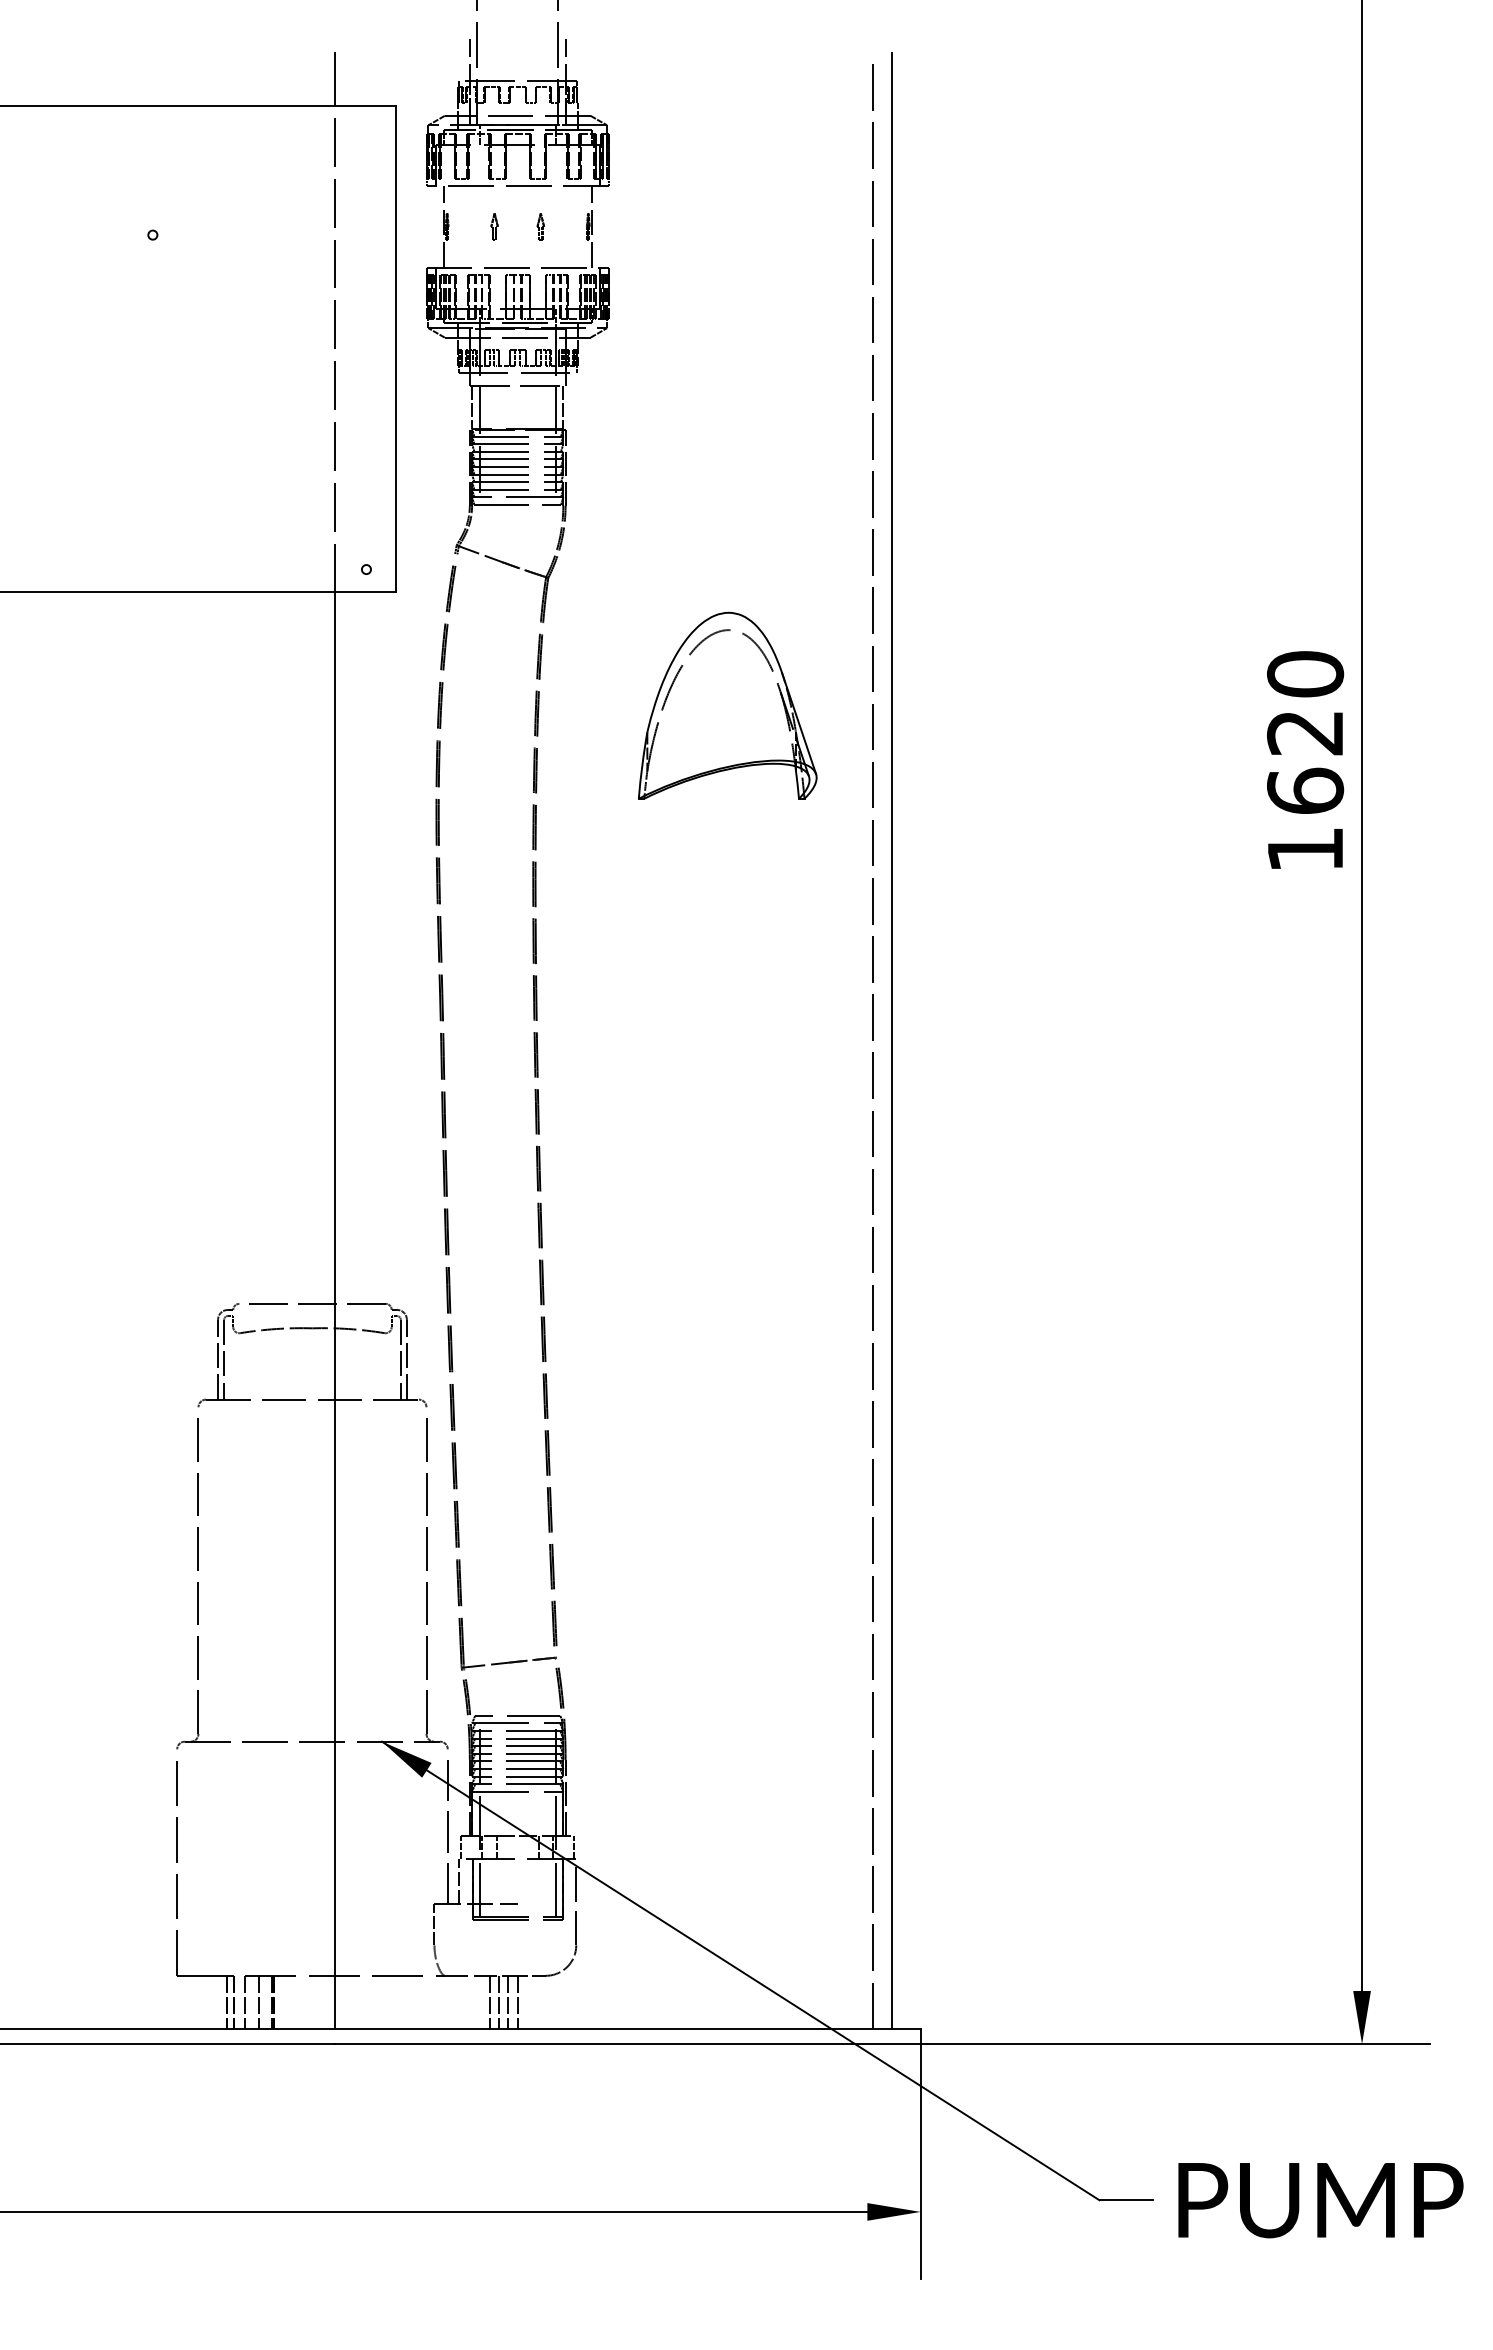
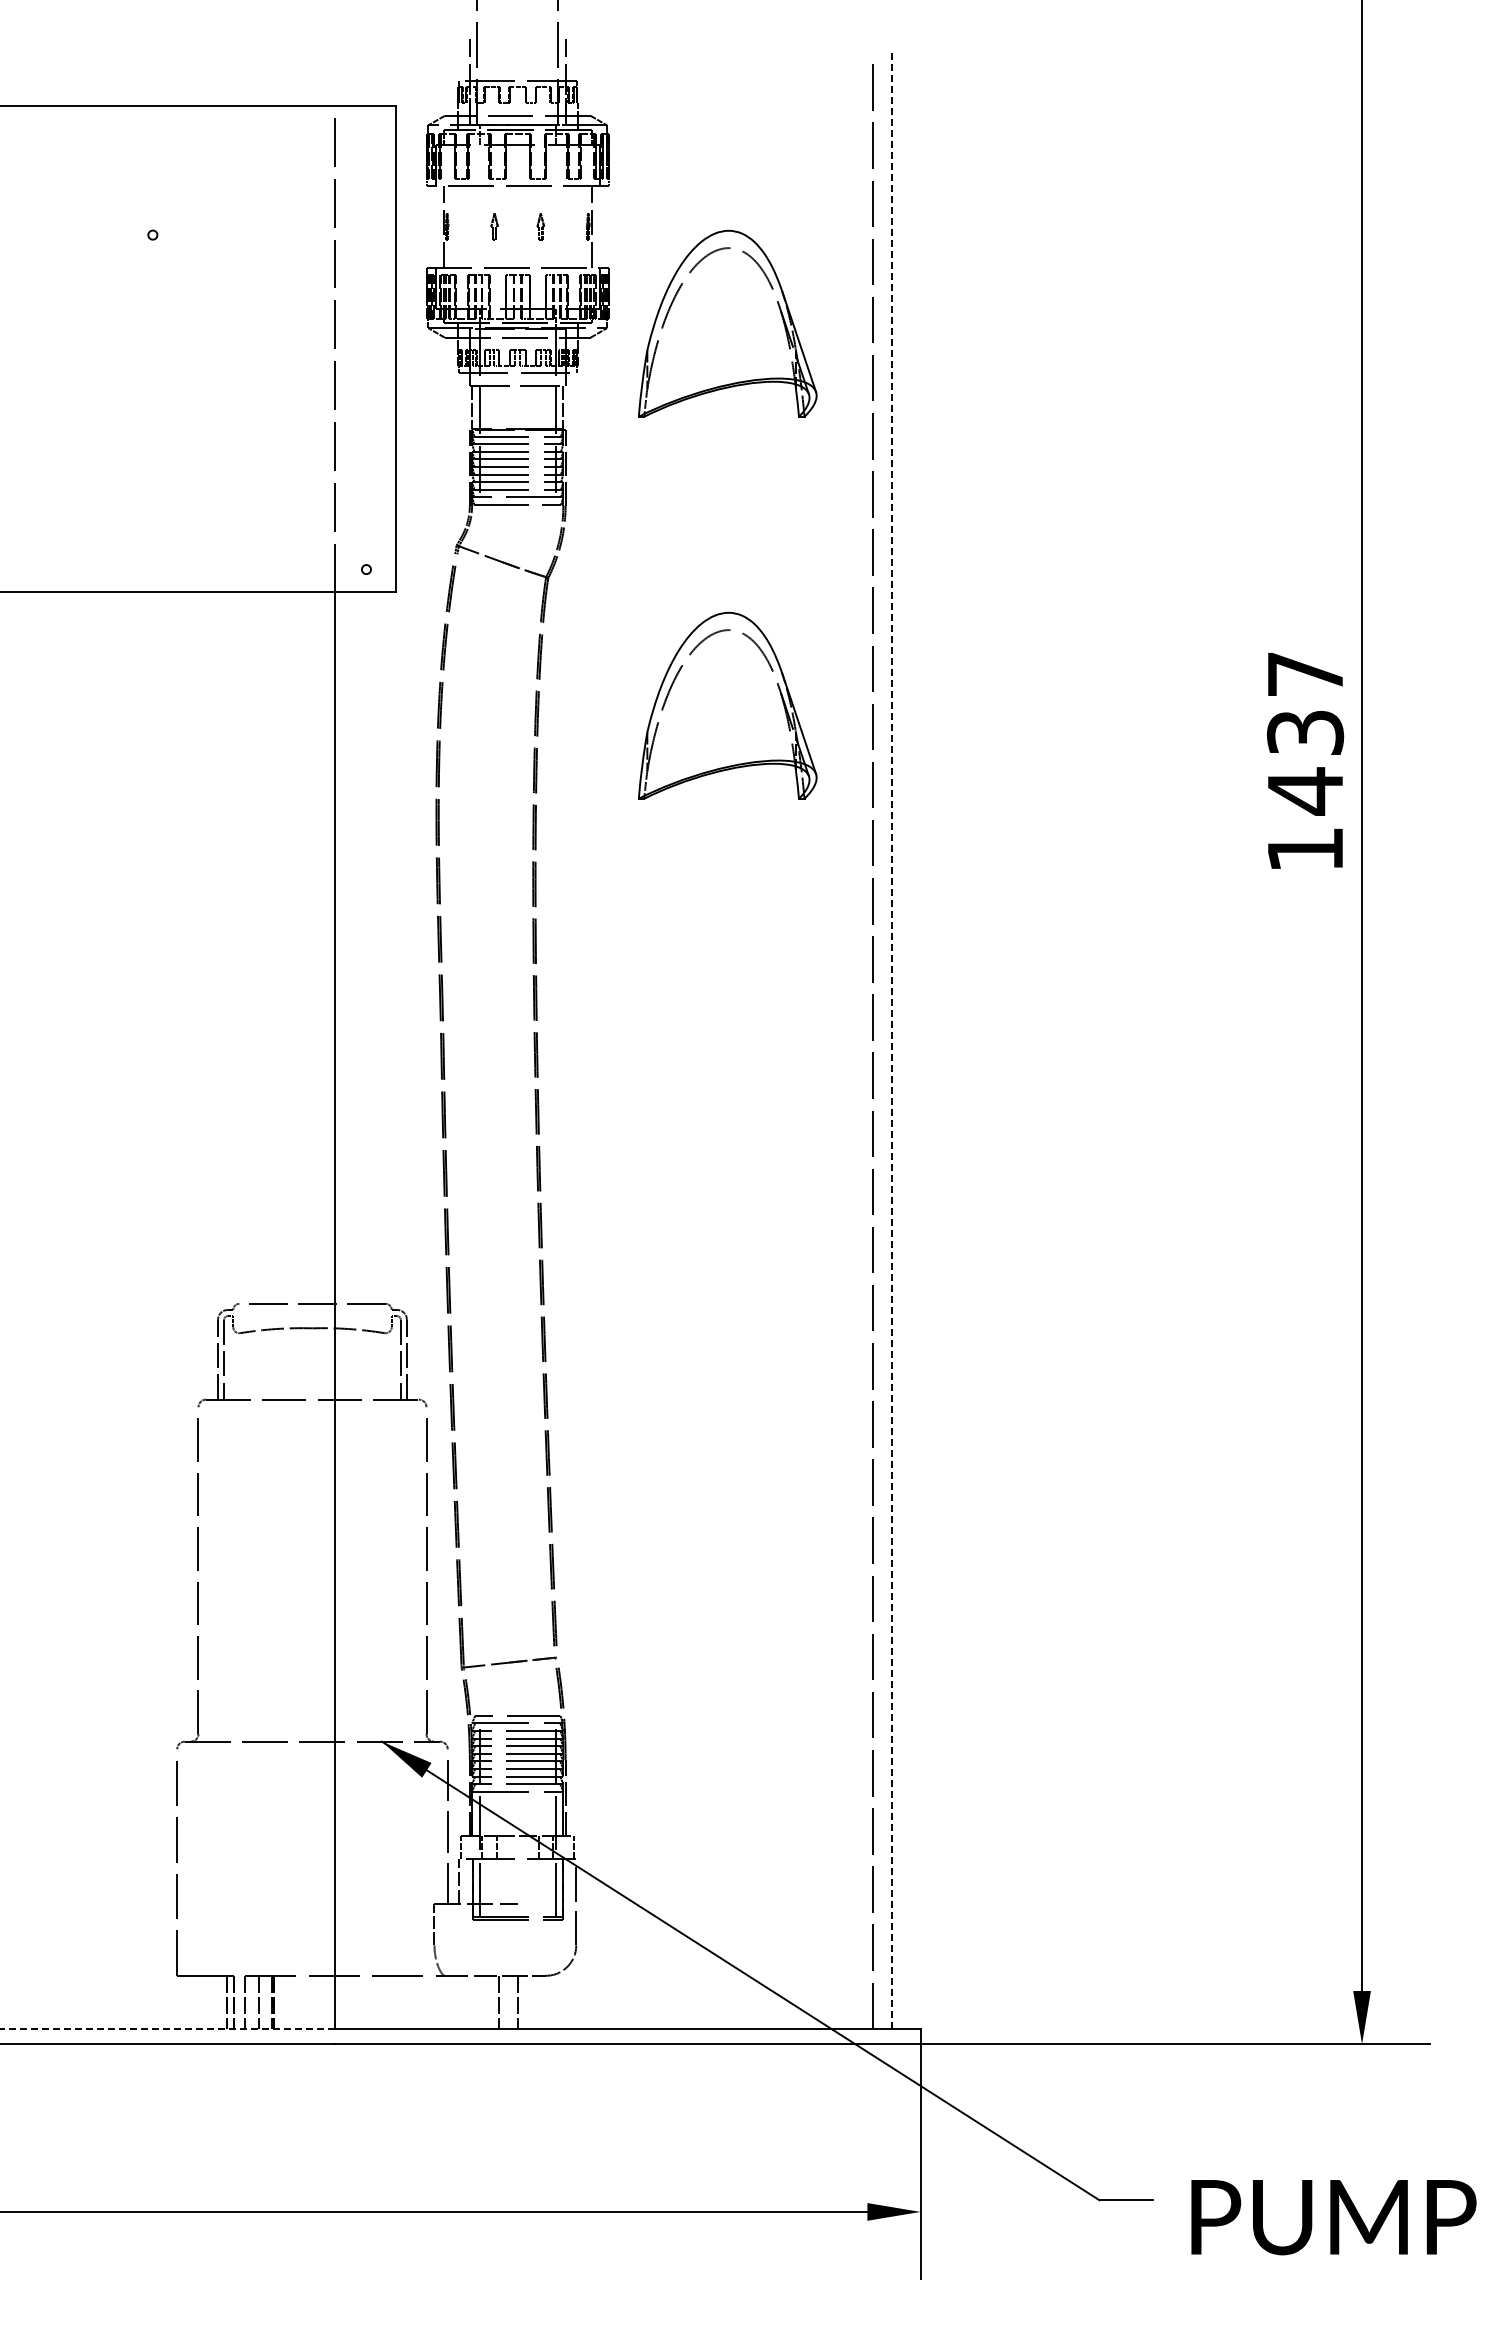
line at (335, 78): present -> none
part at (727, 323): none -> present
text at (1305, 733): 1620 -> 1437
line at (891, 1040): solid -> dashed
line at (490, 2002): present -> none
line at (508, 2002): present -> none
line at (167, 2029): solid -> dashed
text at (1320, 2200) position: (1320, 2200) -> (1333, 2217)
